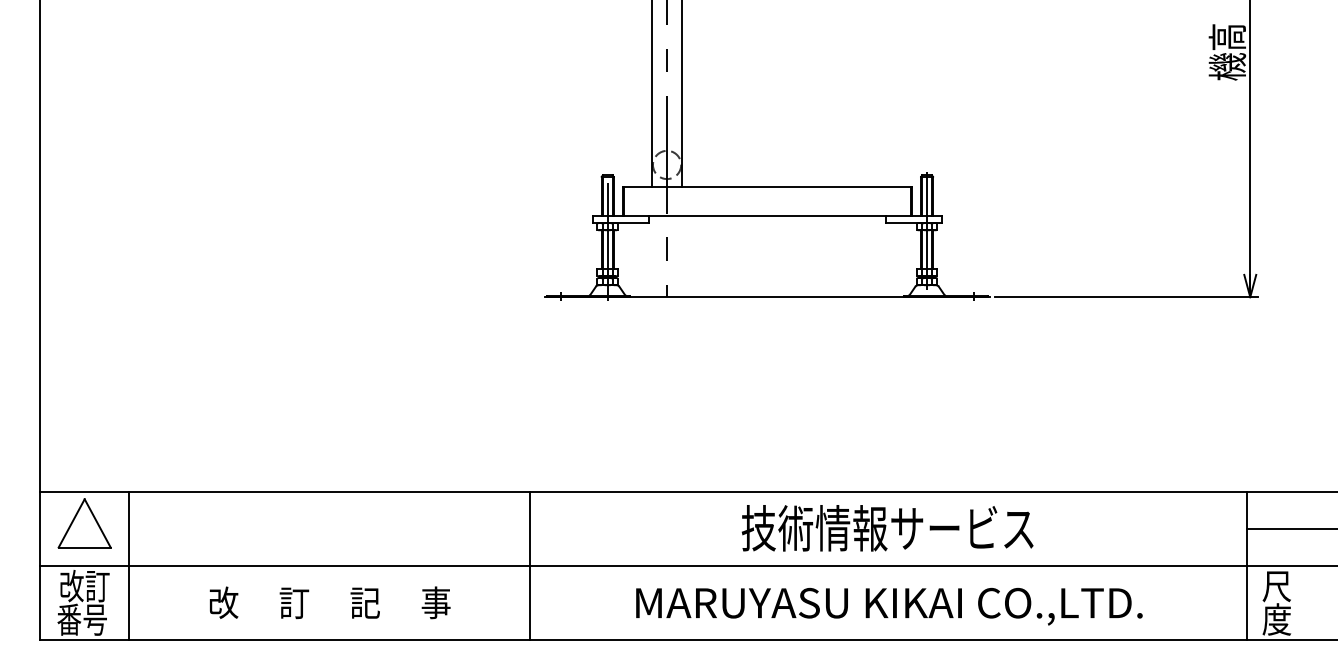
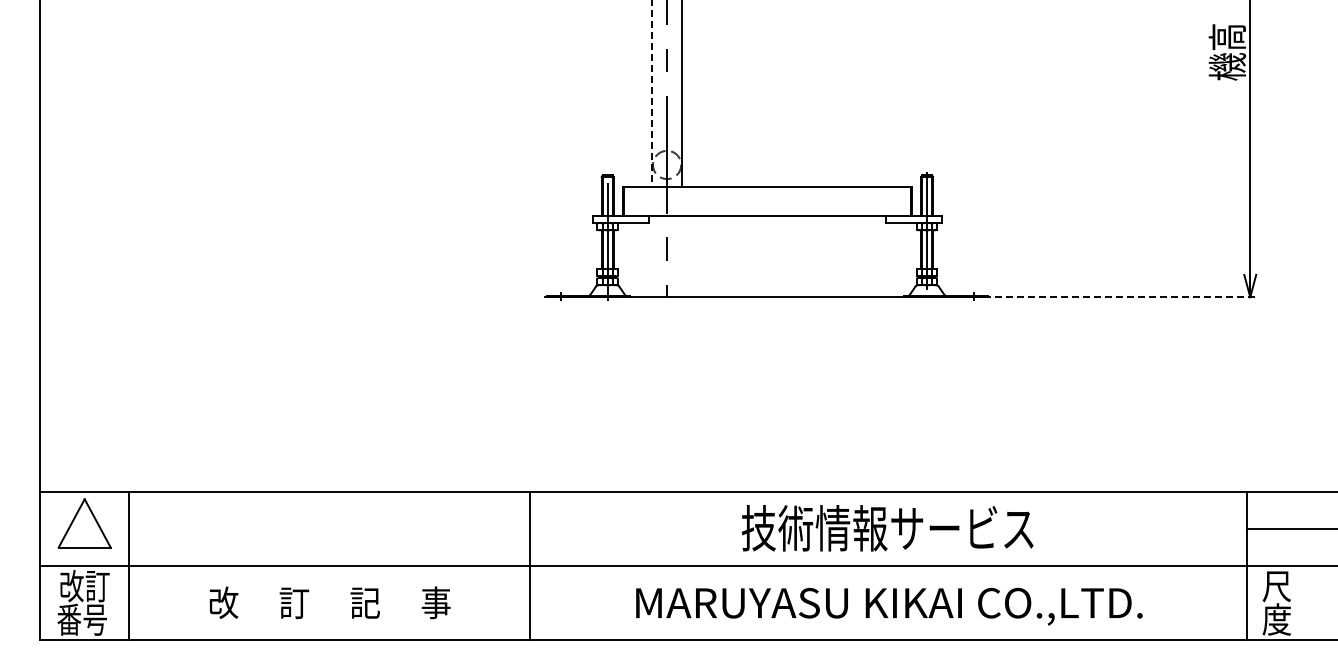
line at (652, 93): solid -> dashed
line at (1127, 297): solid -> dashed
